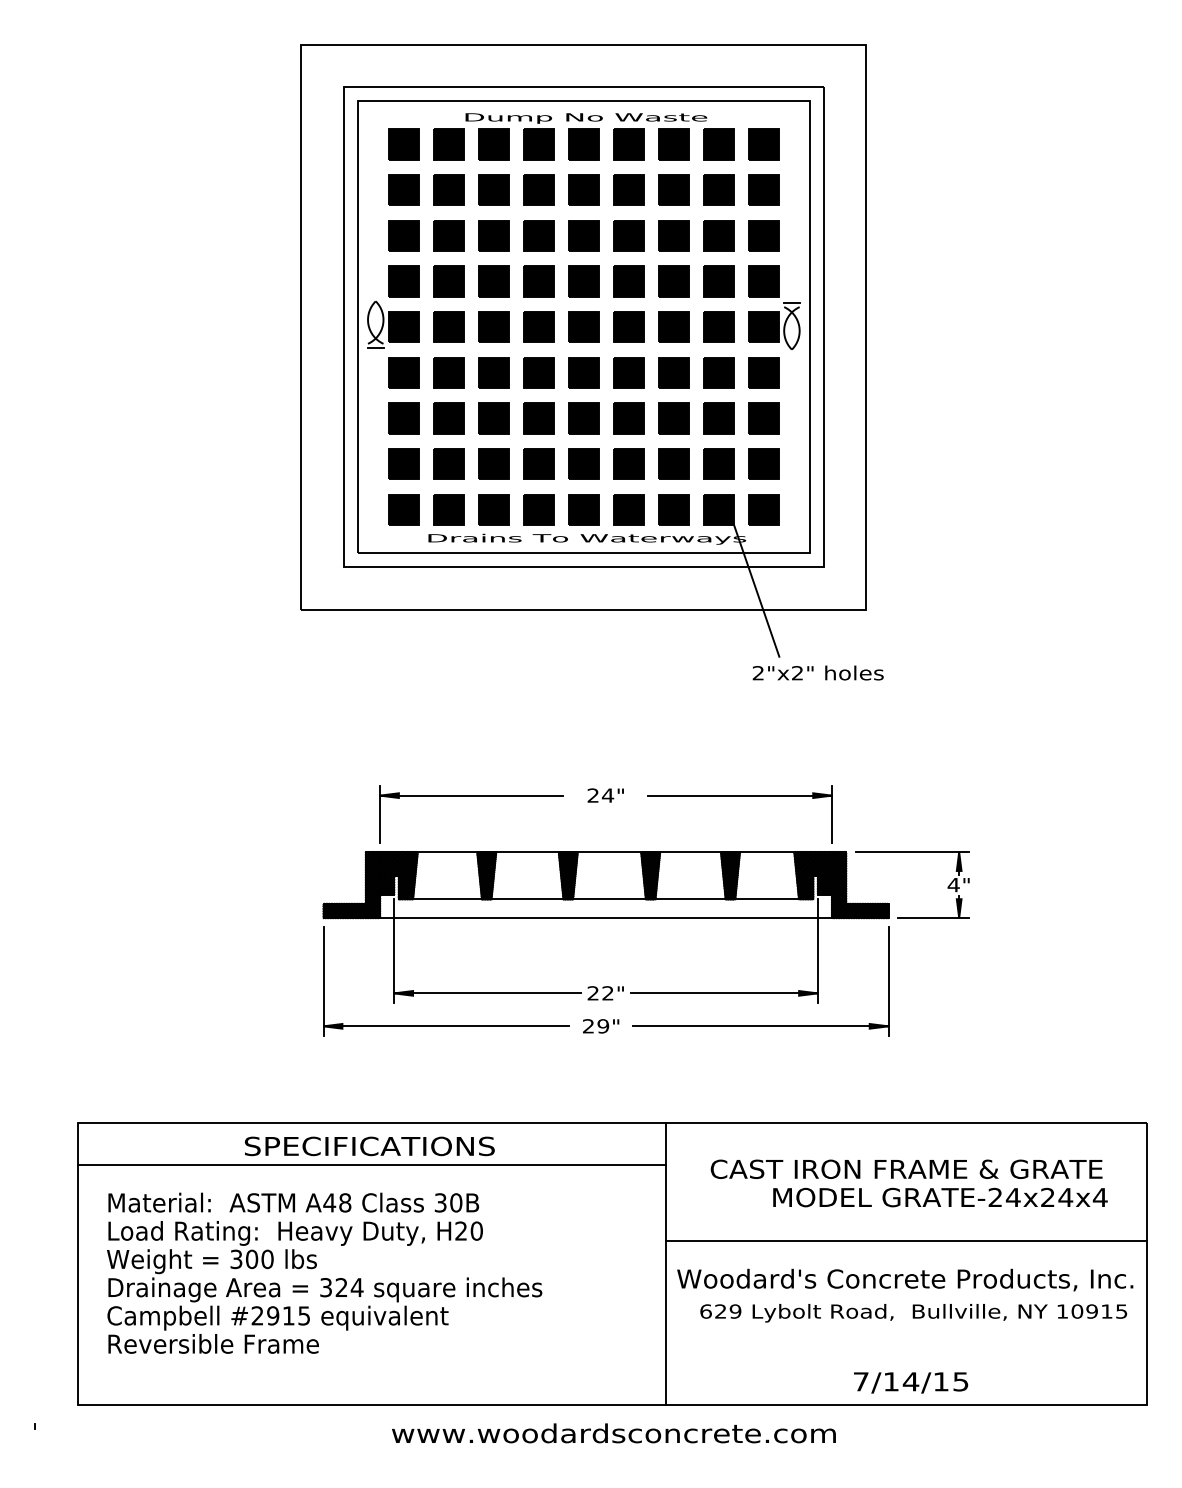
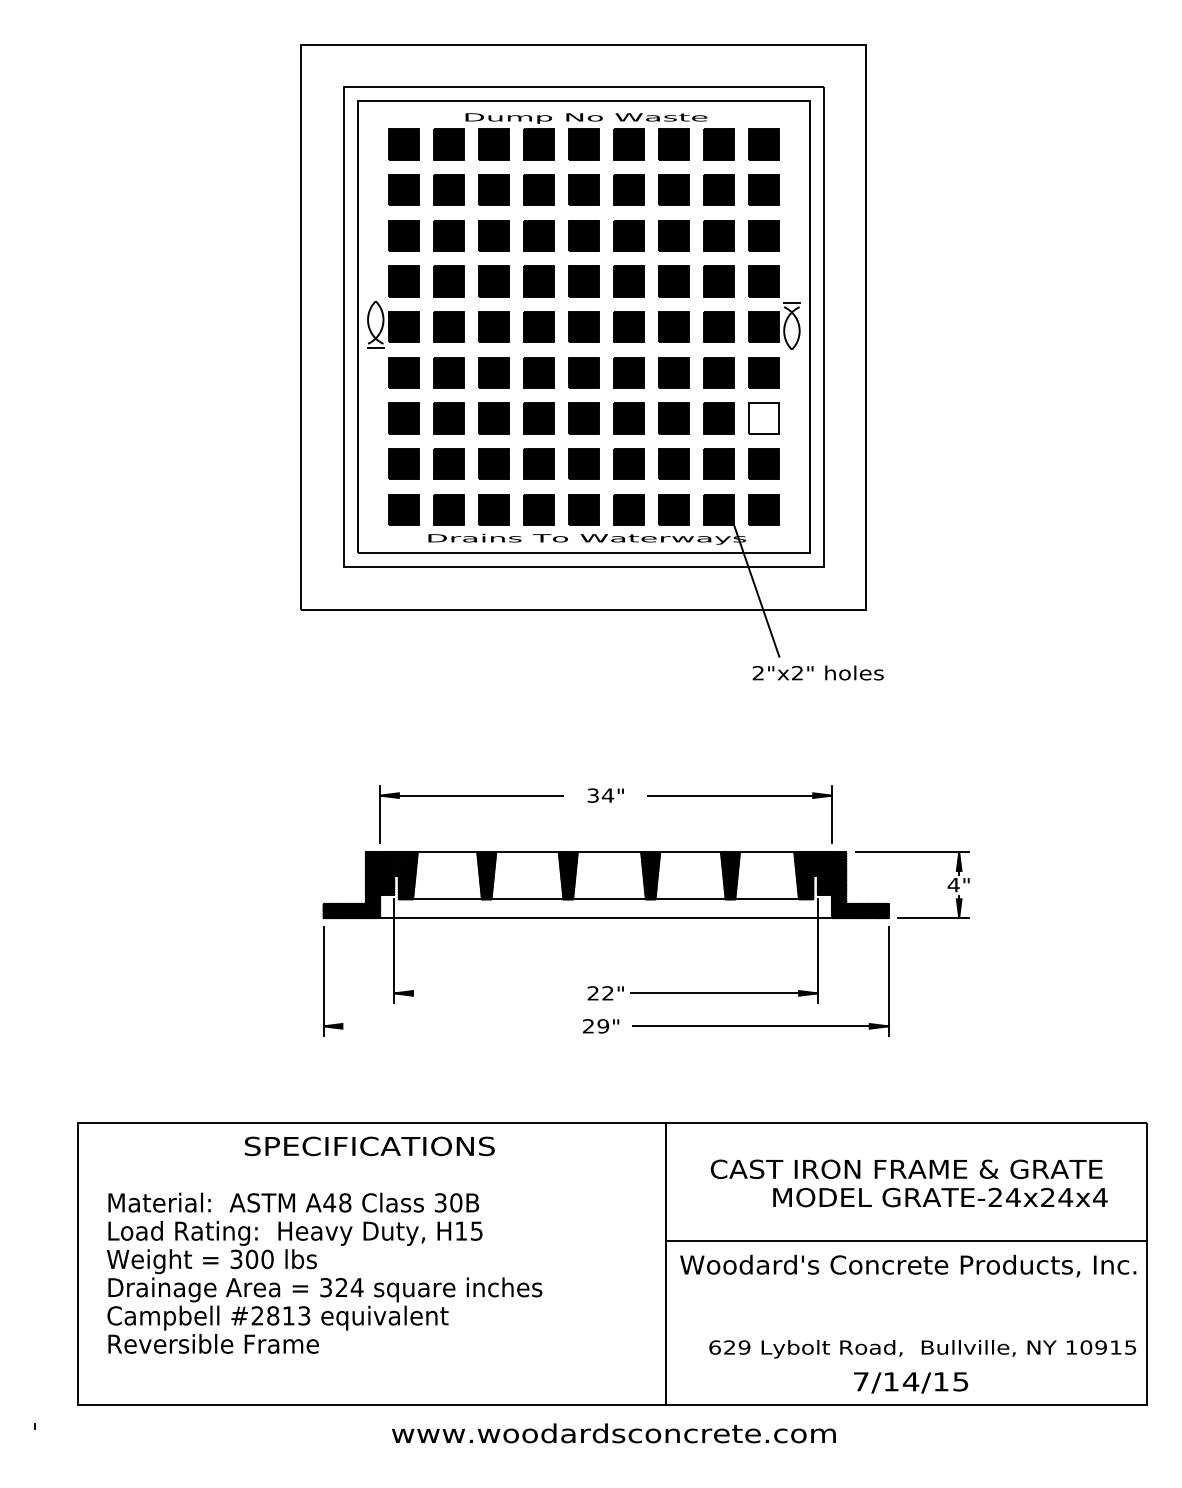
fill at (764, 418): present -> none
text at (592, 795): 24" -> 34"
line at (487, 993): present -> none
line at (446, 1026): present -> none
line at (371, 1165): present -> none
text at (468, 1230): H20 -> H15
text at (905, 1279) position: (905, 1279) -> (908, 1265)
text at (913, 1313) position: (913, 1313) -> (922, 1349)
text at (288, 1315): #2915 -> #2813
